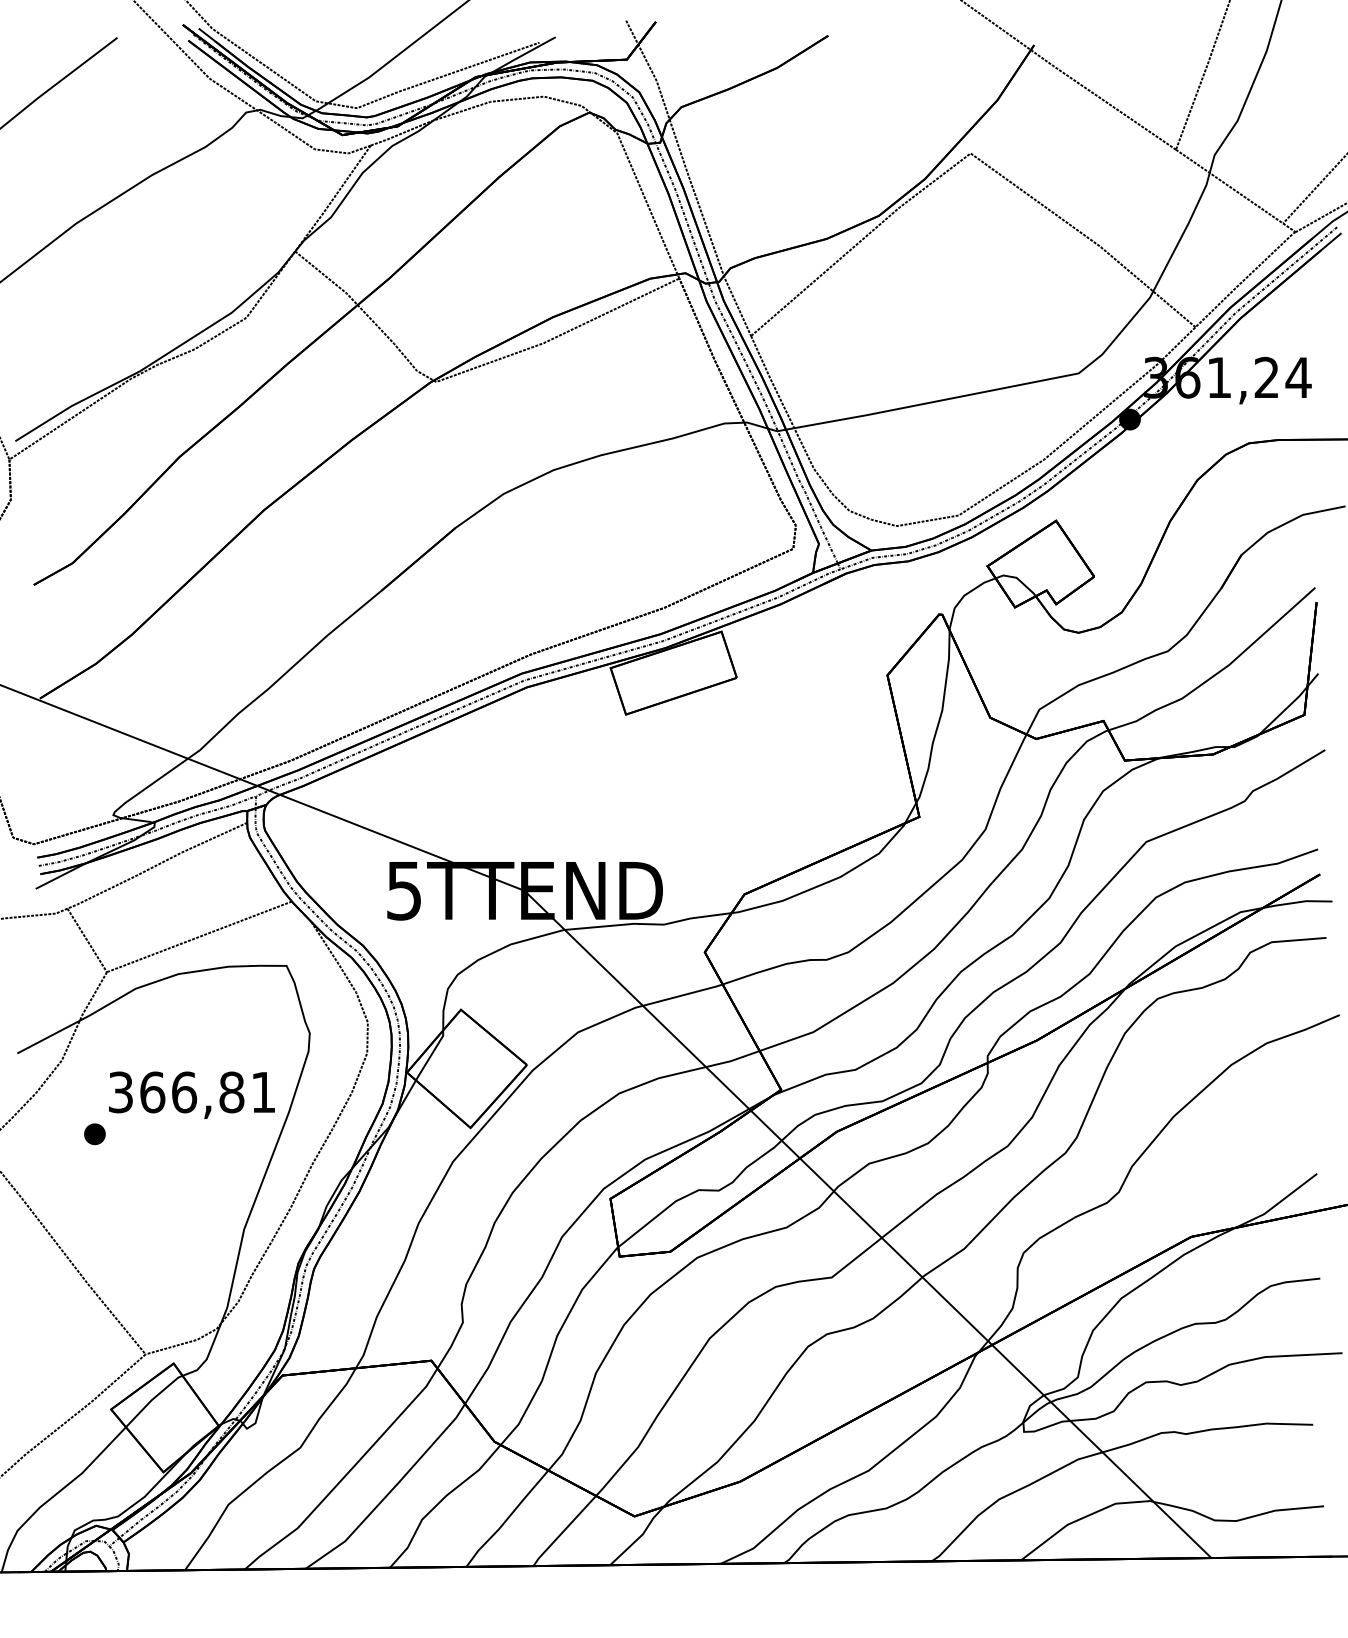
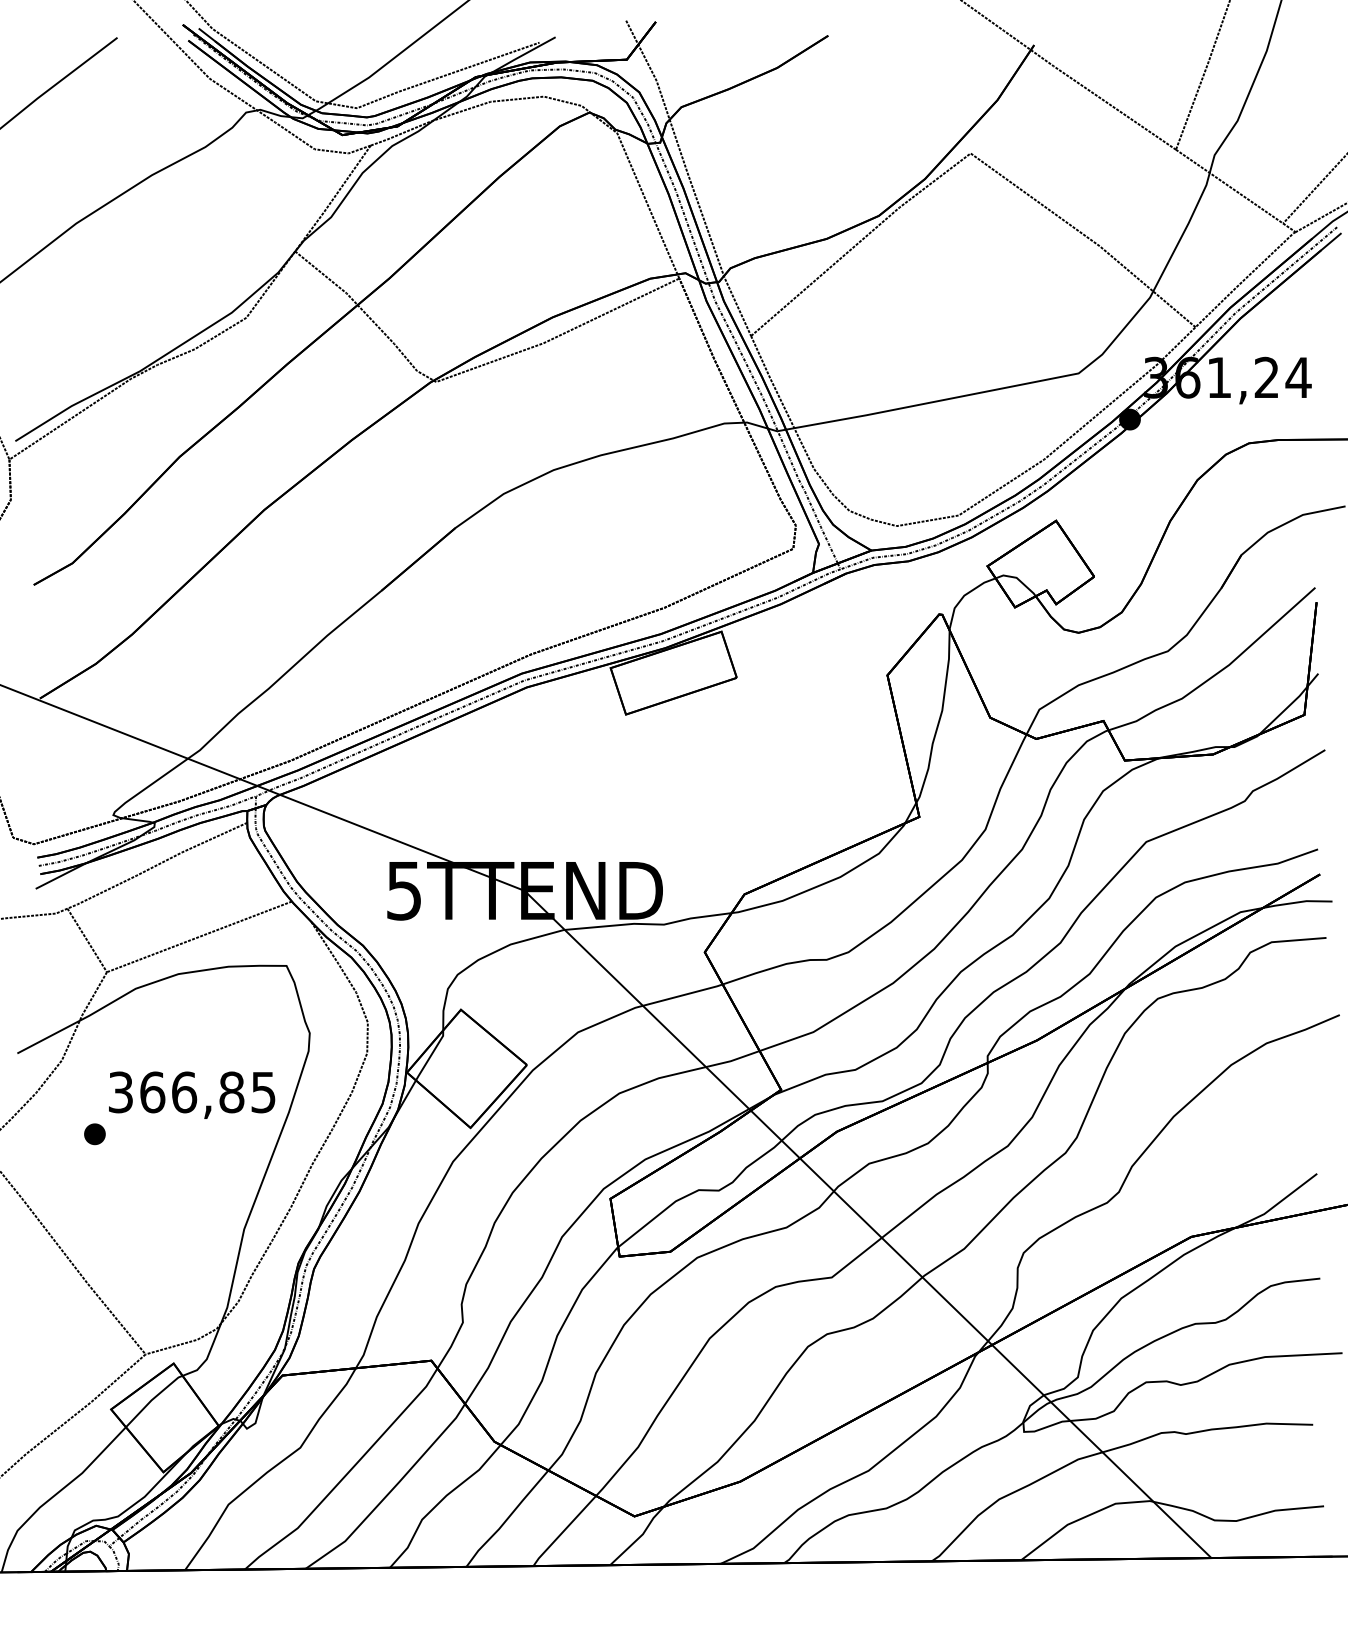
text at (263, 1092): 366,81 -> 366,85
